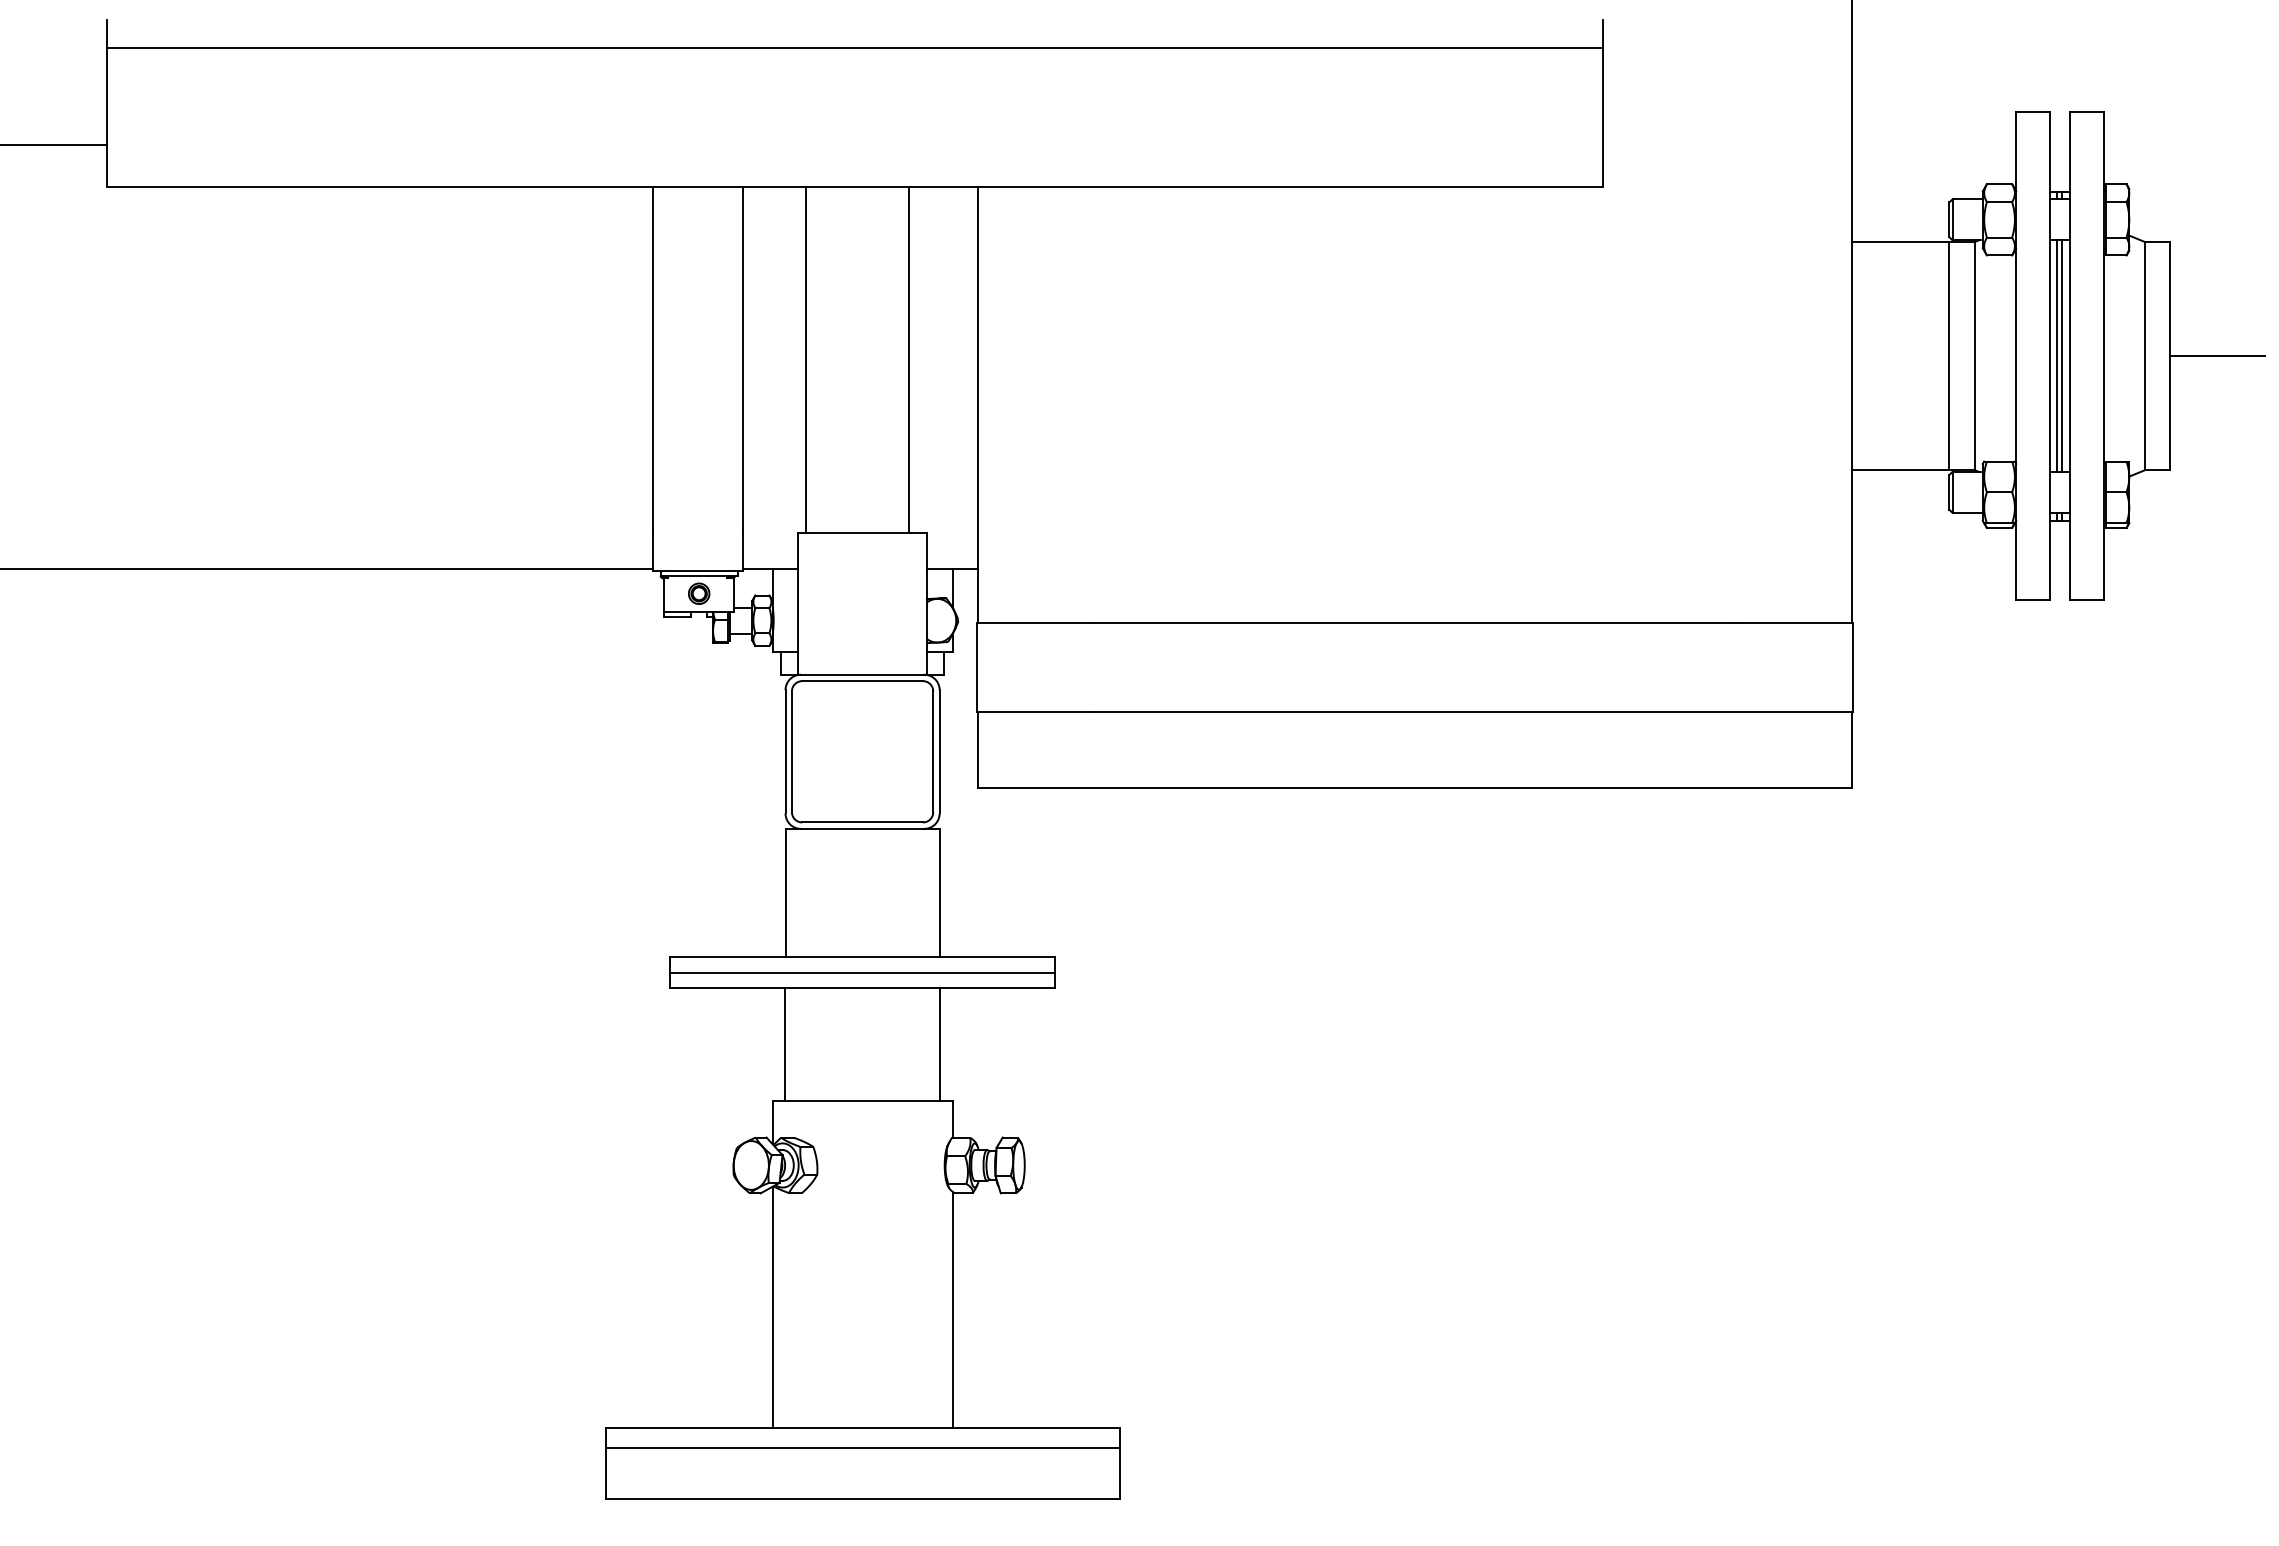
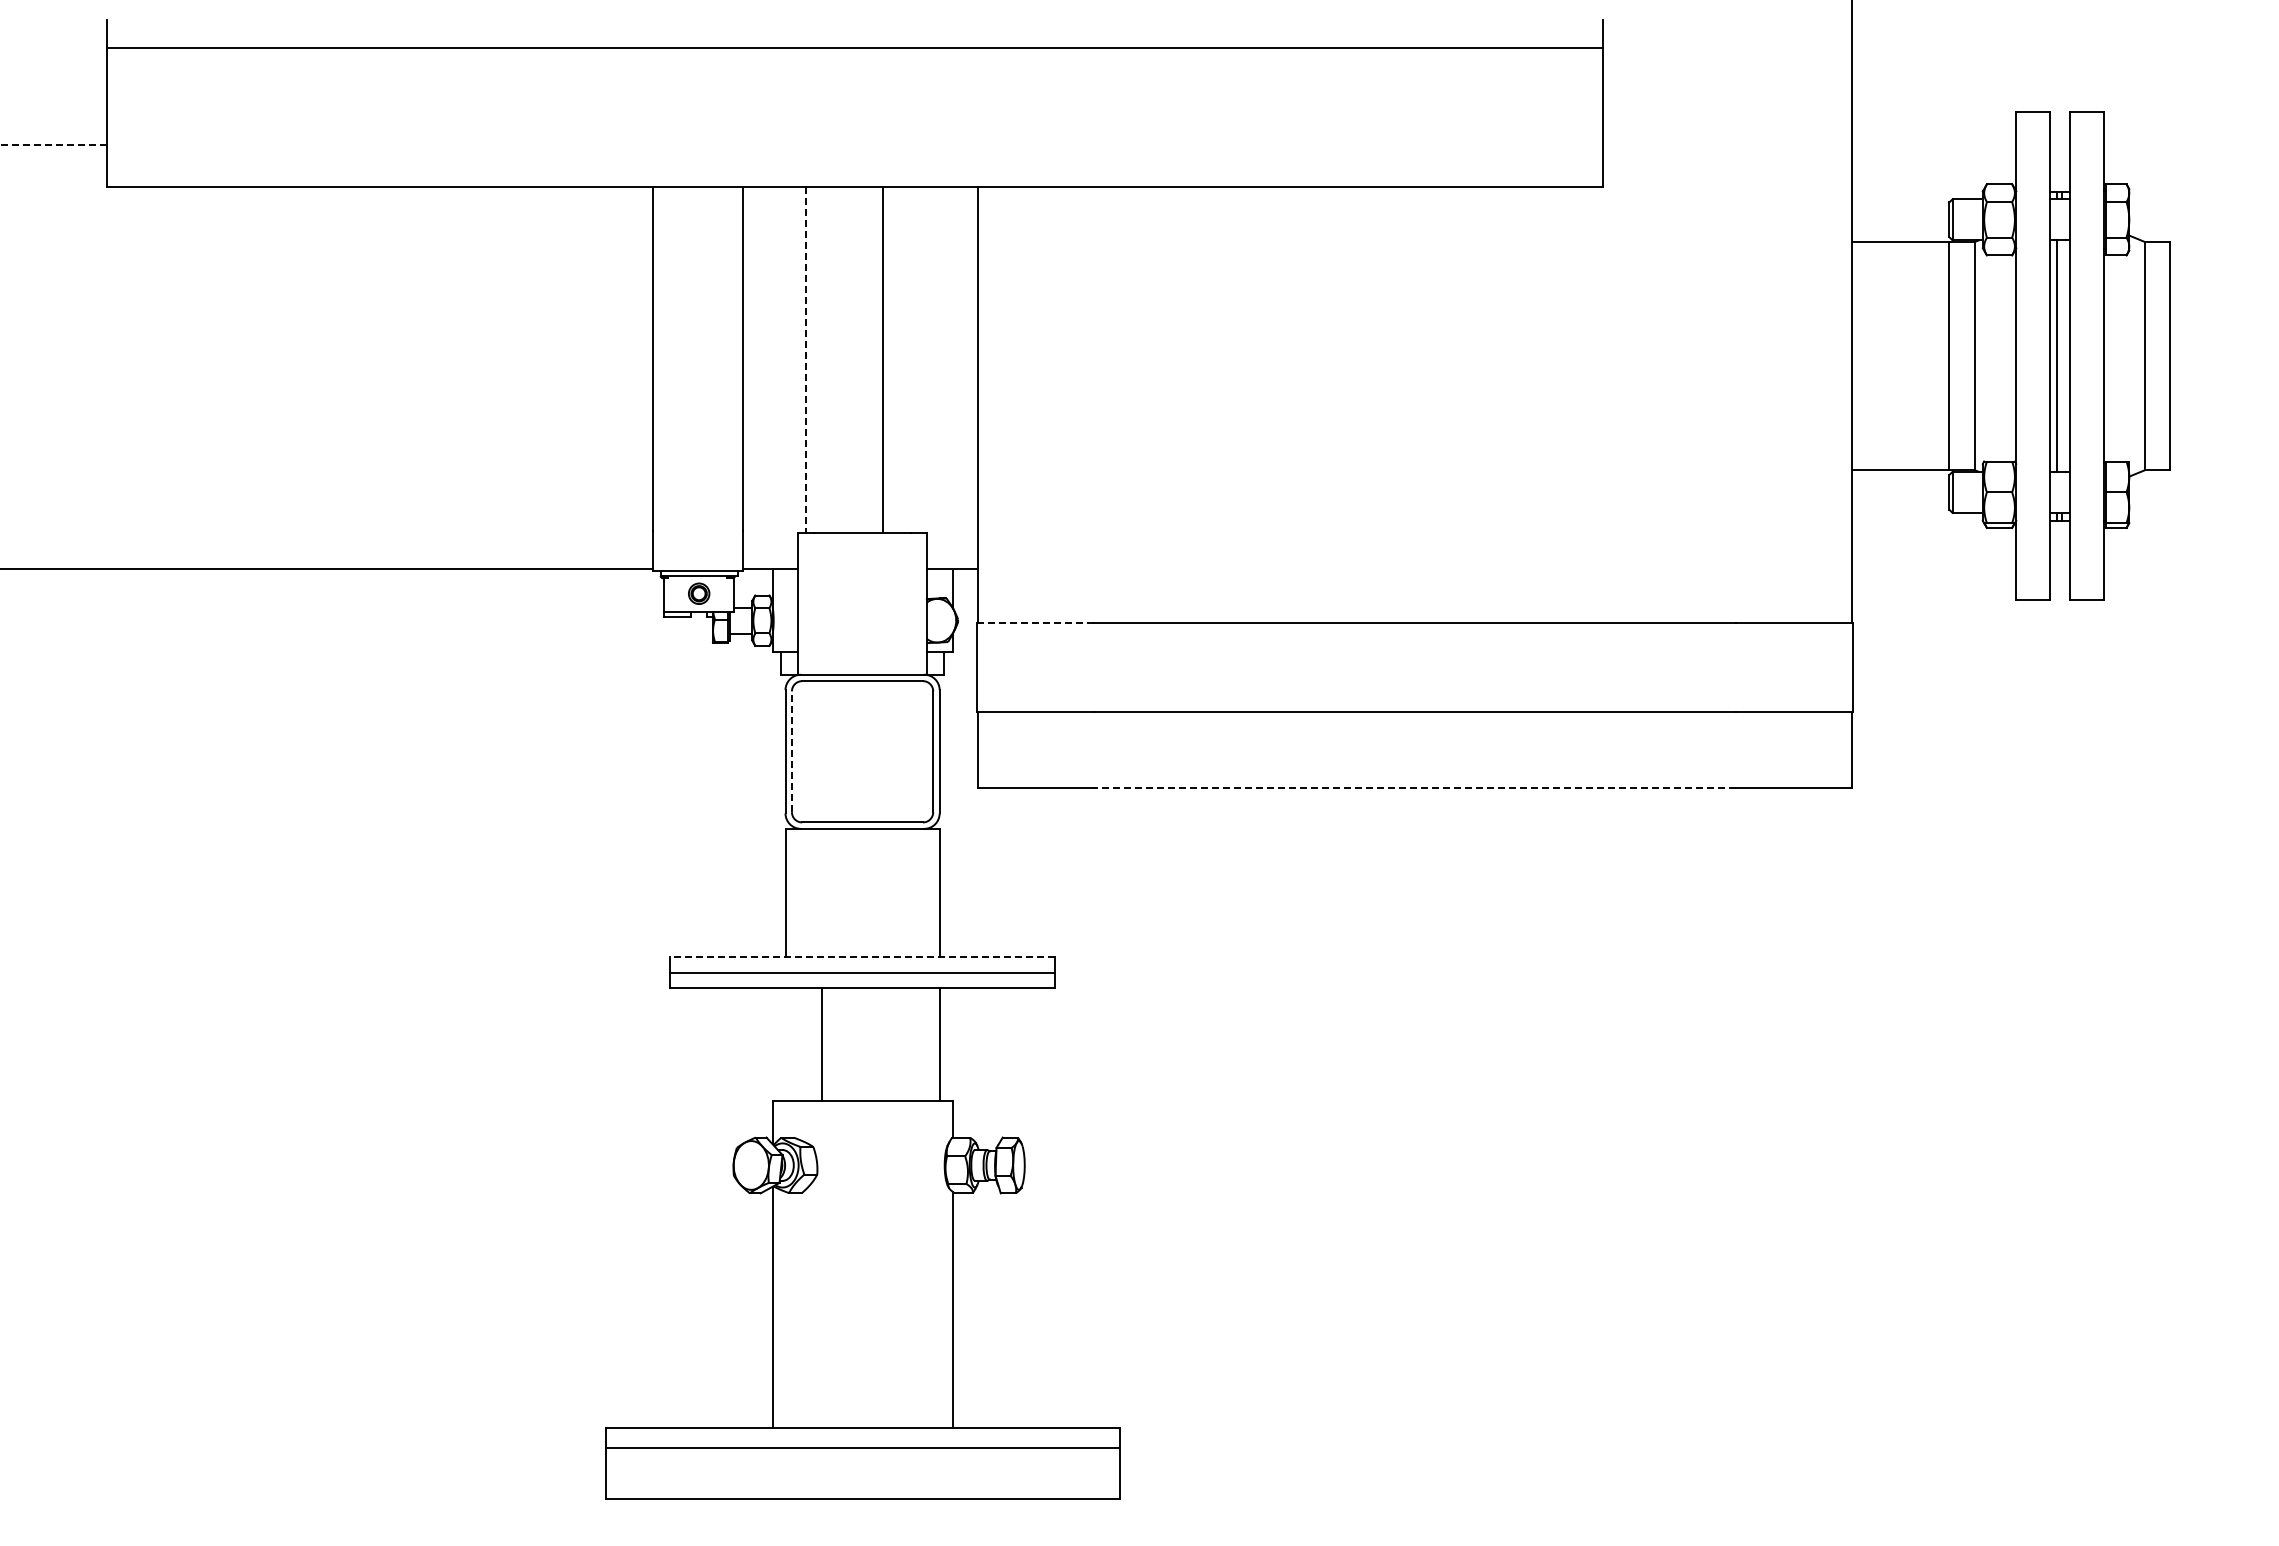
line at (53, 145): solid -> dashed
line at (2062, 355): present -> none
line at (2222, 356): present -> none
line at (908, 359) position: (908, 359) -> (882, 359)
line at (806, 360): solid -> dashed
line at (1035, 622): solid -> dashed
line at (791, 751): solid -> dashed
line at (1414, 787): solid -> dashed
line at (862, 957): solid -> dashed
line at (785, 1044) position: (785, 1044) -> (822, 1044)
